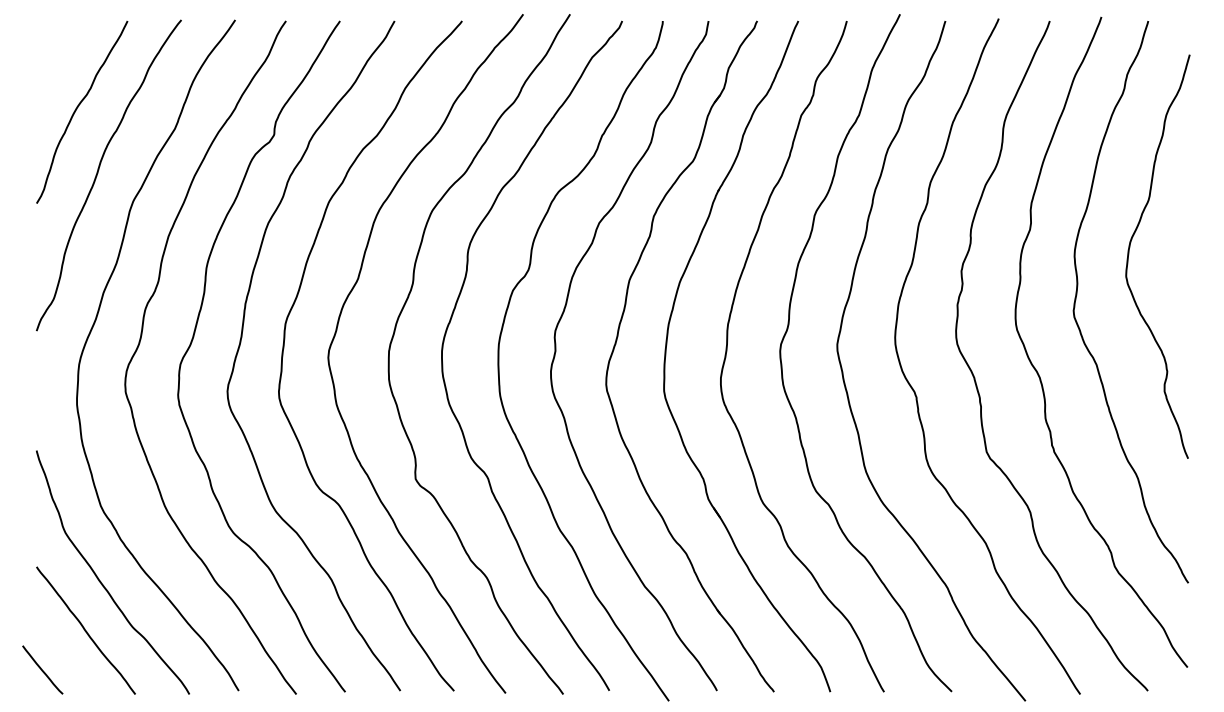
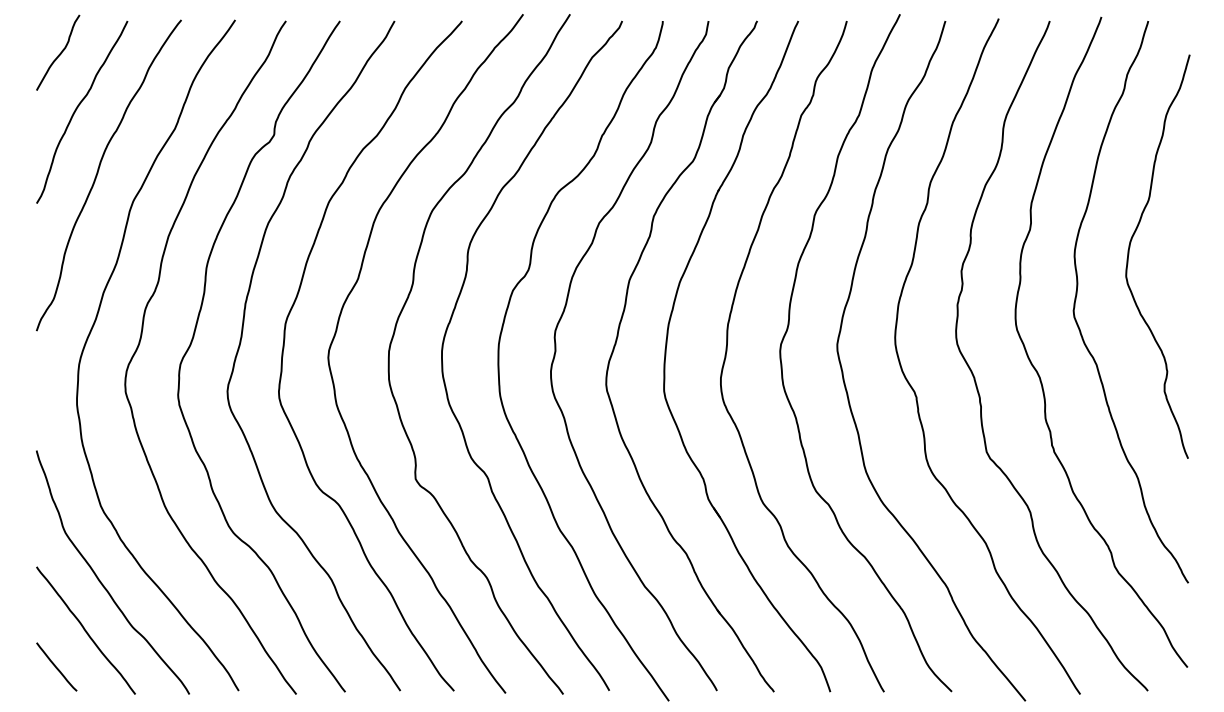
curve at (59, 53): none -> present
line at (42, 669) position: (42, 669) -> (56, 666)
